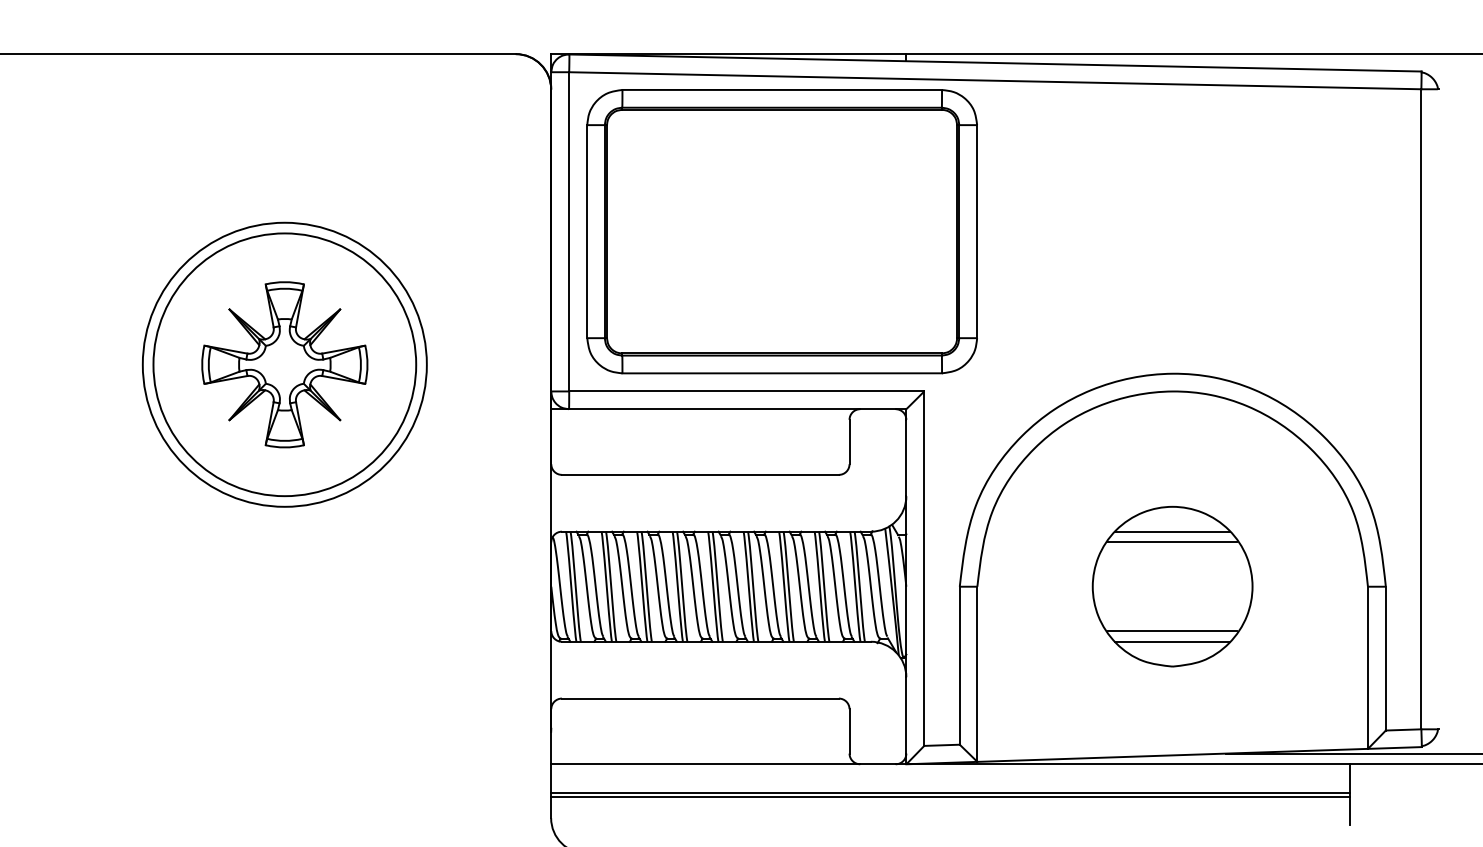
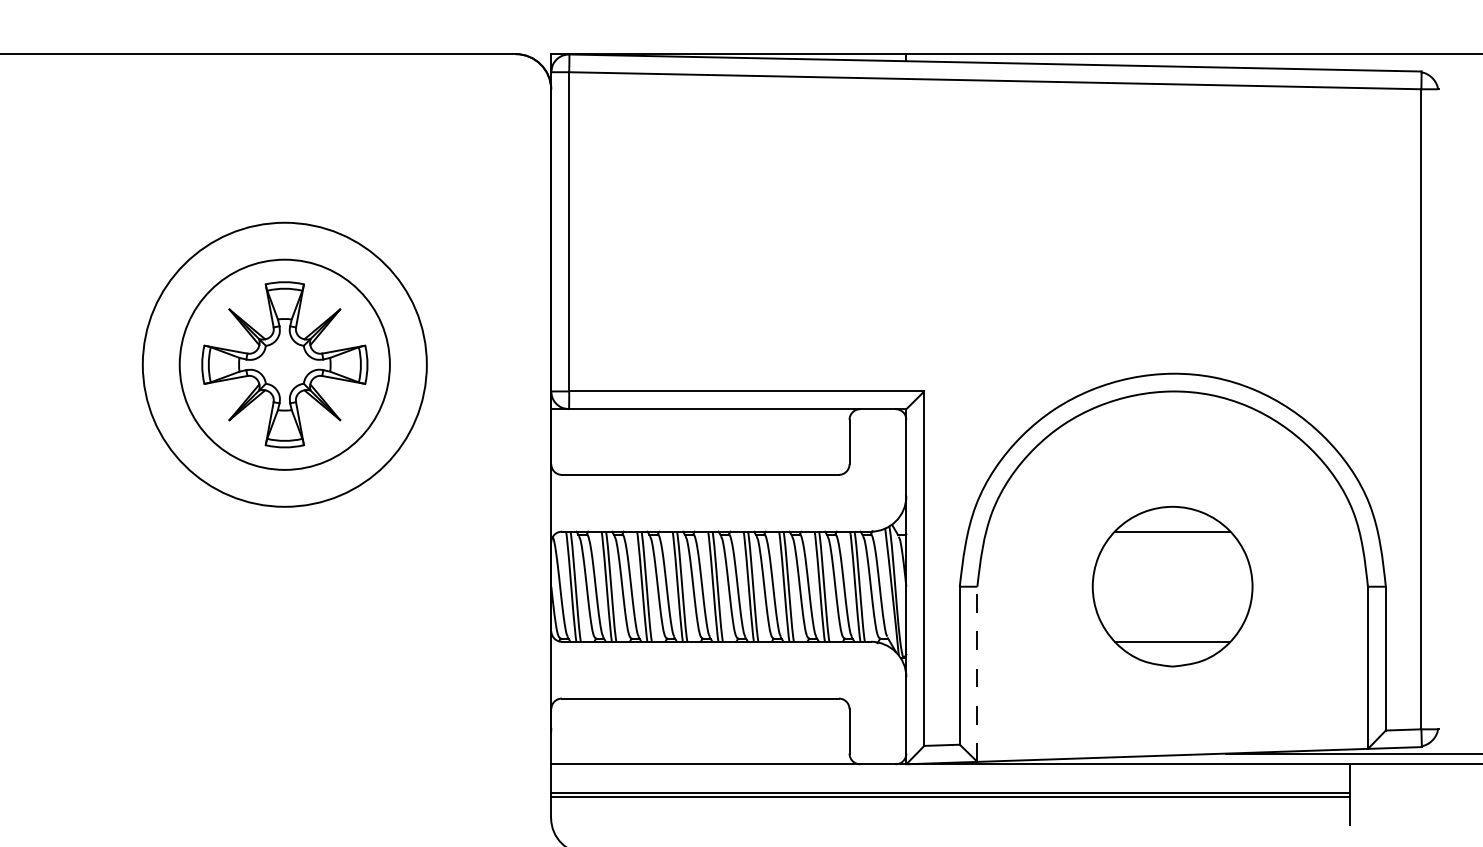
part at (781, 231): present -> none
circle at (284, 364) diameter: 263 px -> 210 px
line at (1172, 542): present -> none
line at (1172, 631): present -> none
line at (977, 674): solid -> dashed
